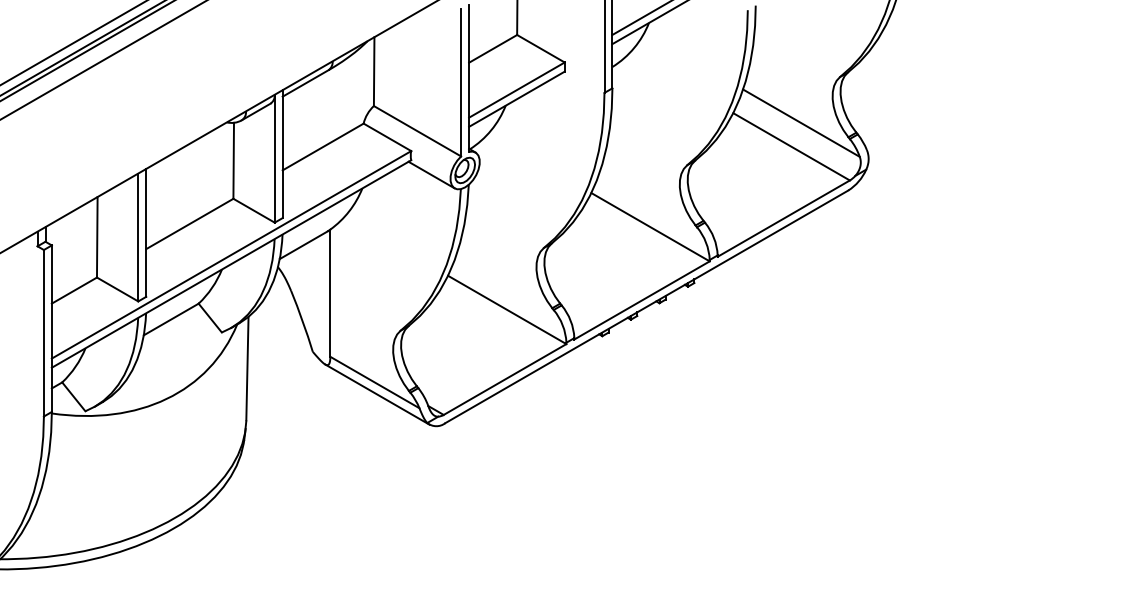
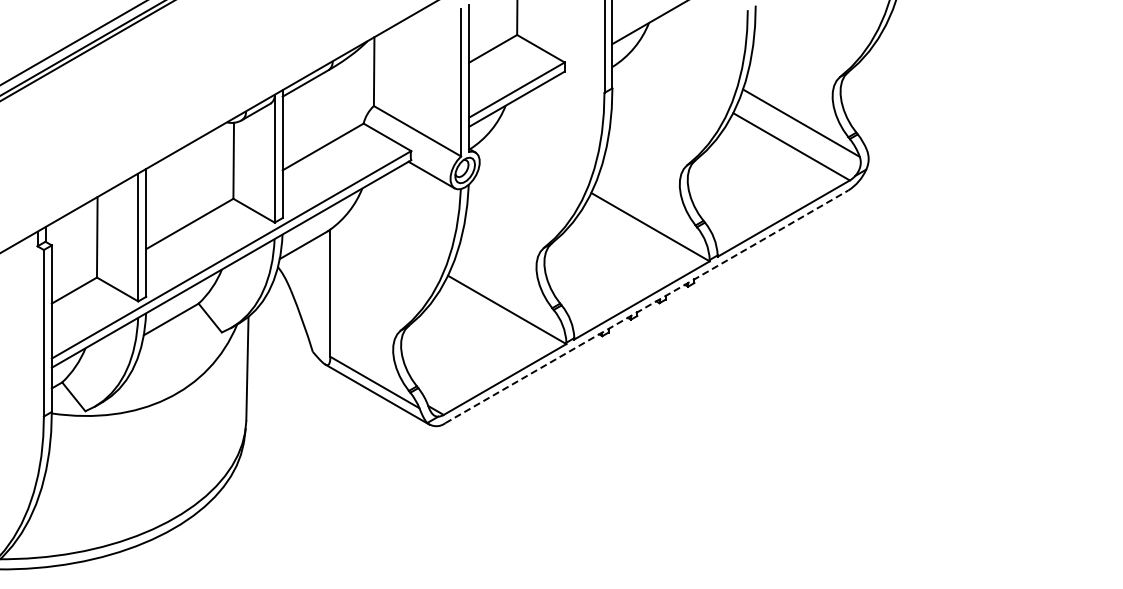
line at (640, 18): present -> none
line at (102, 60): present -> none
line at (646, 306): solid -> dashed
